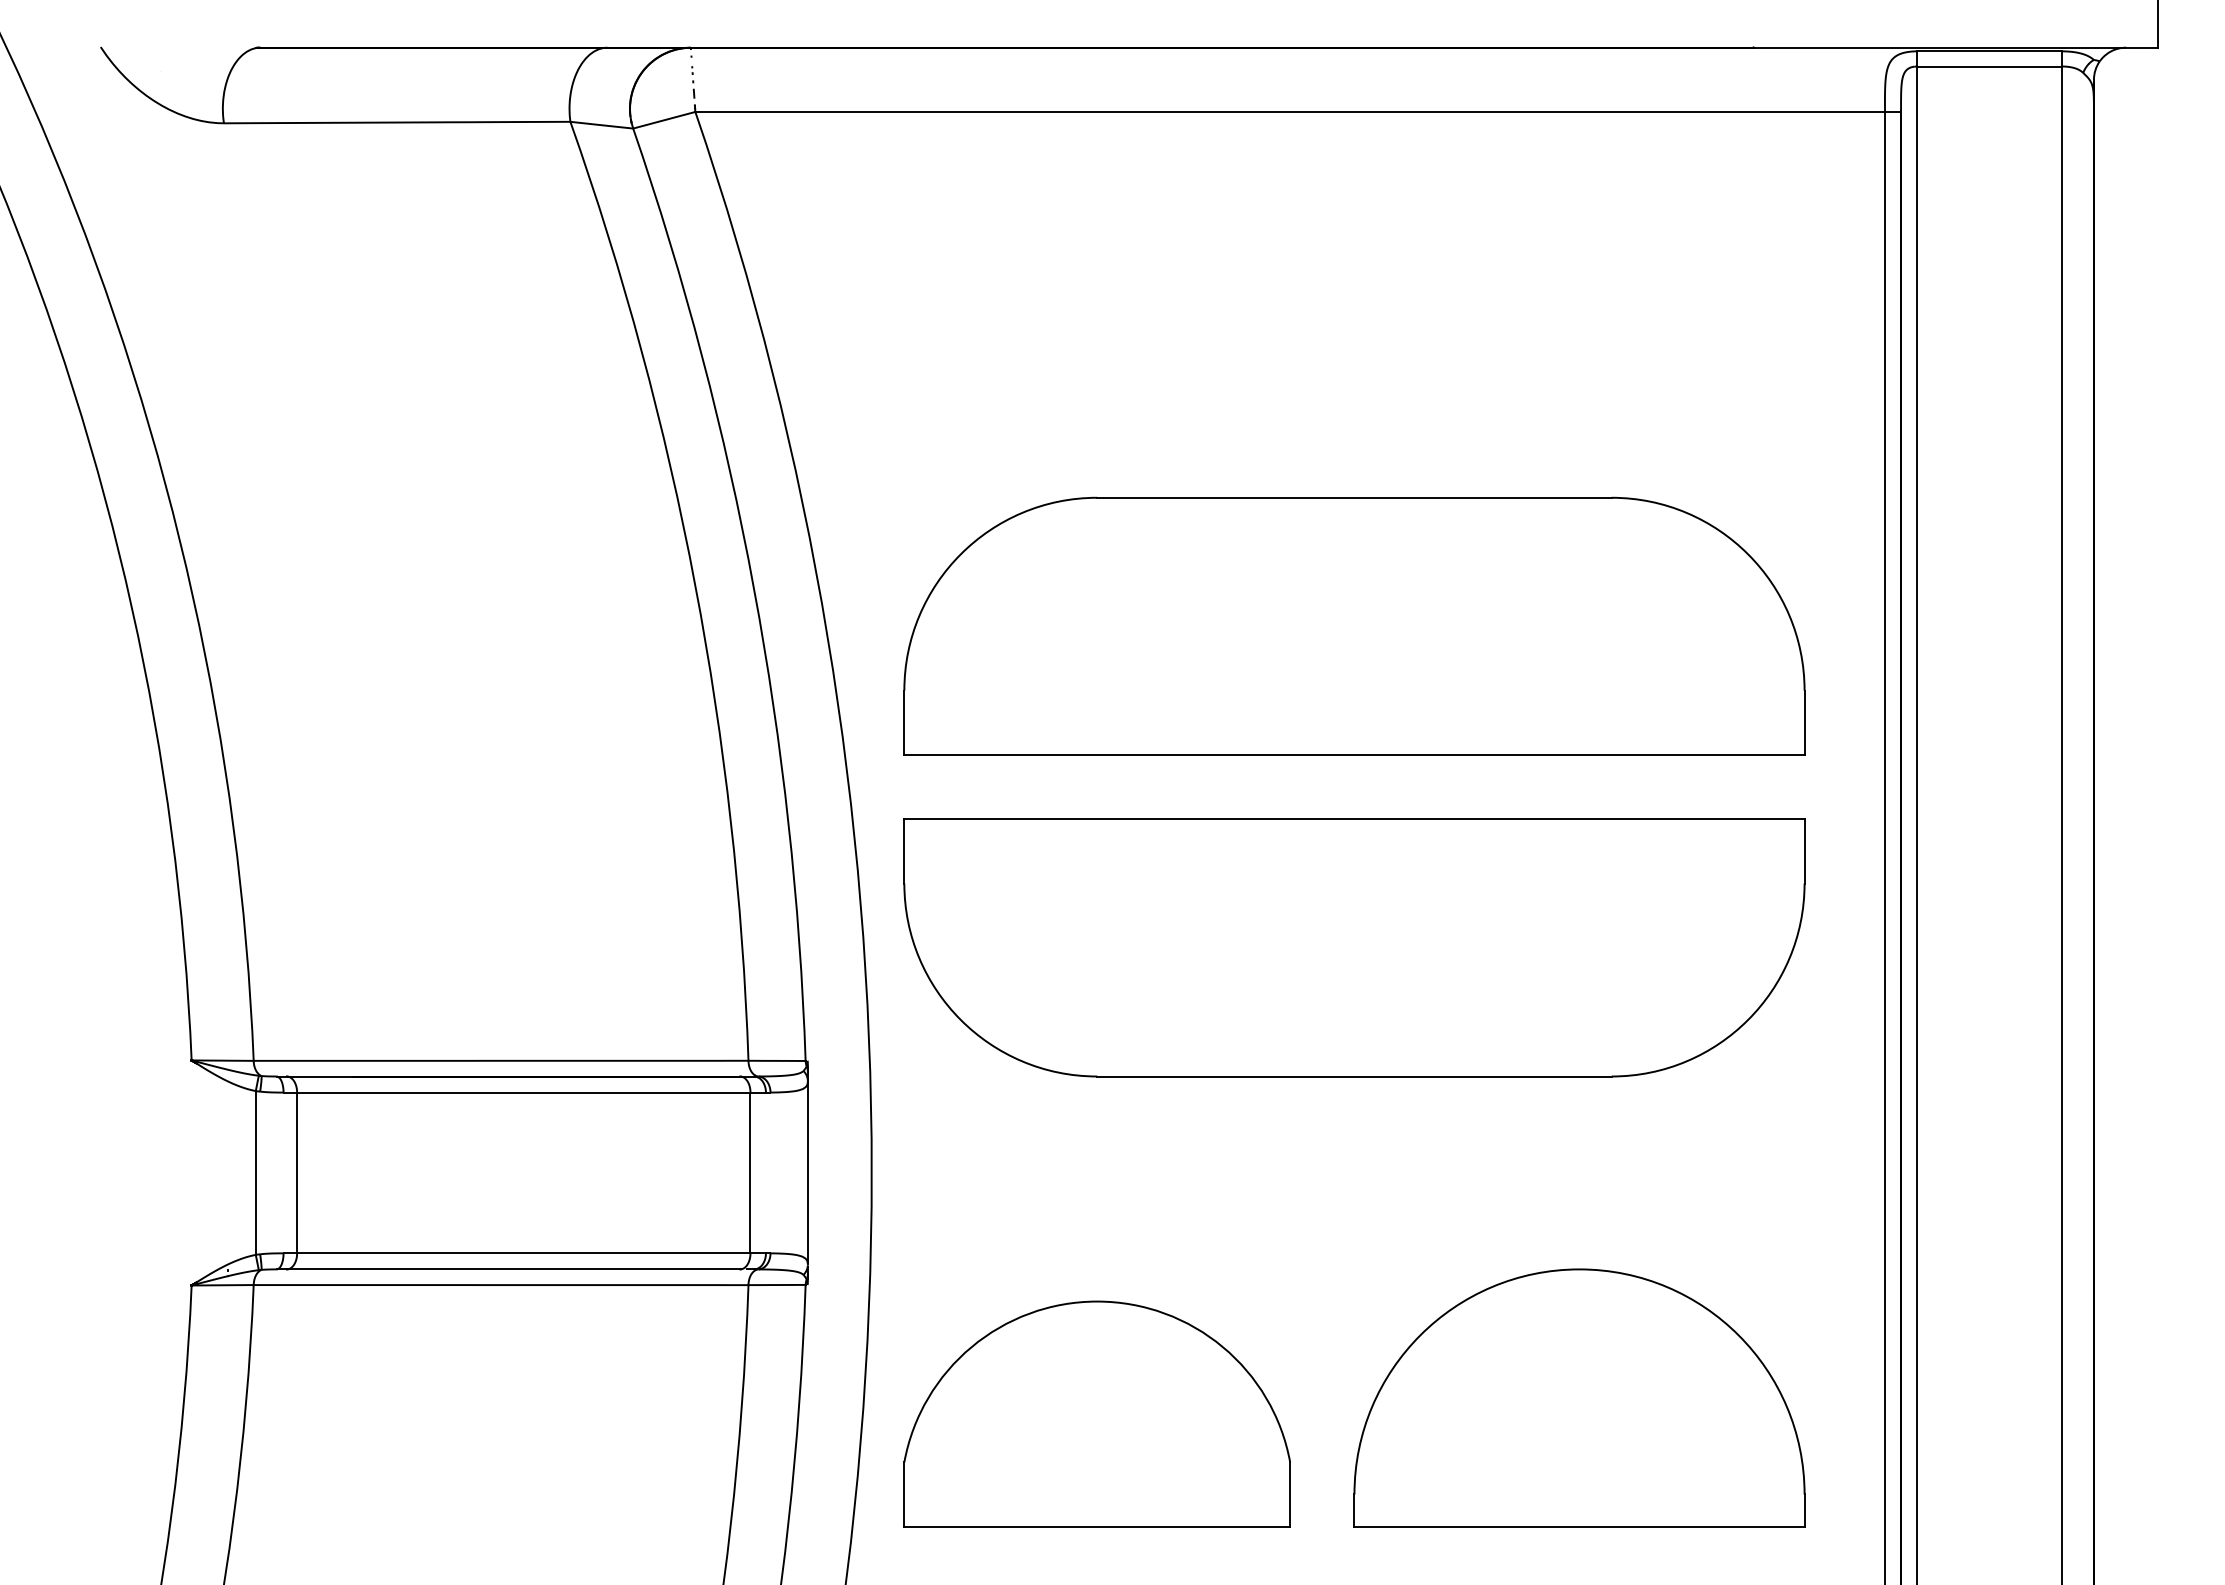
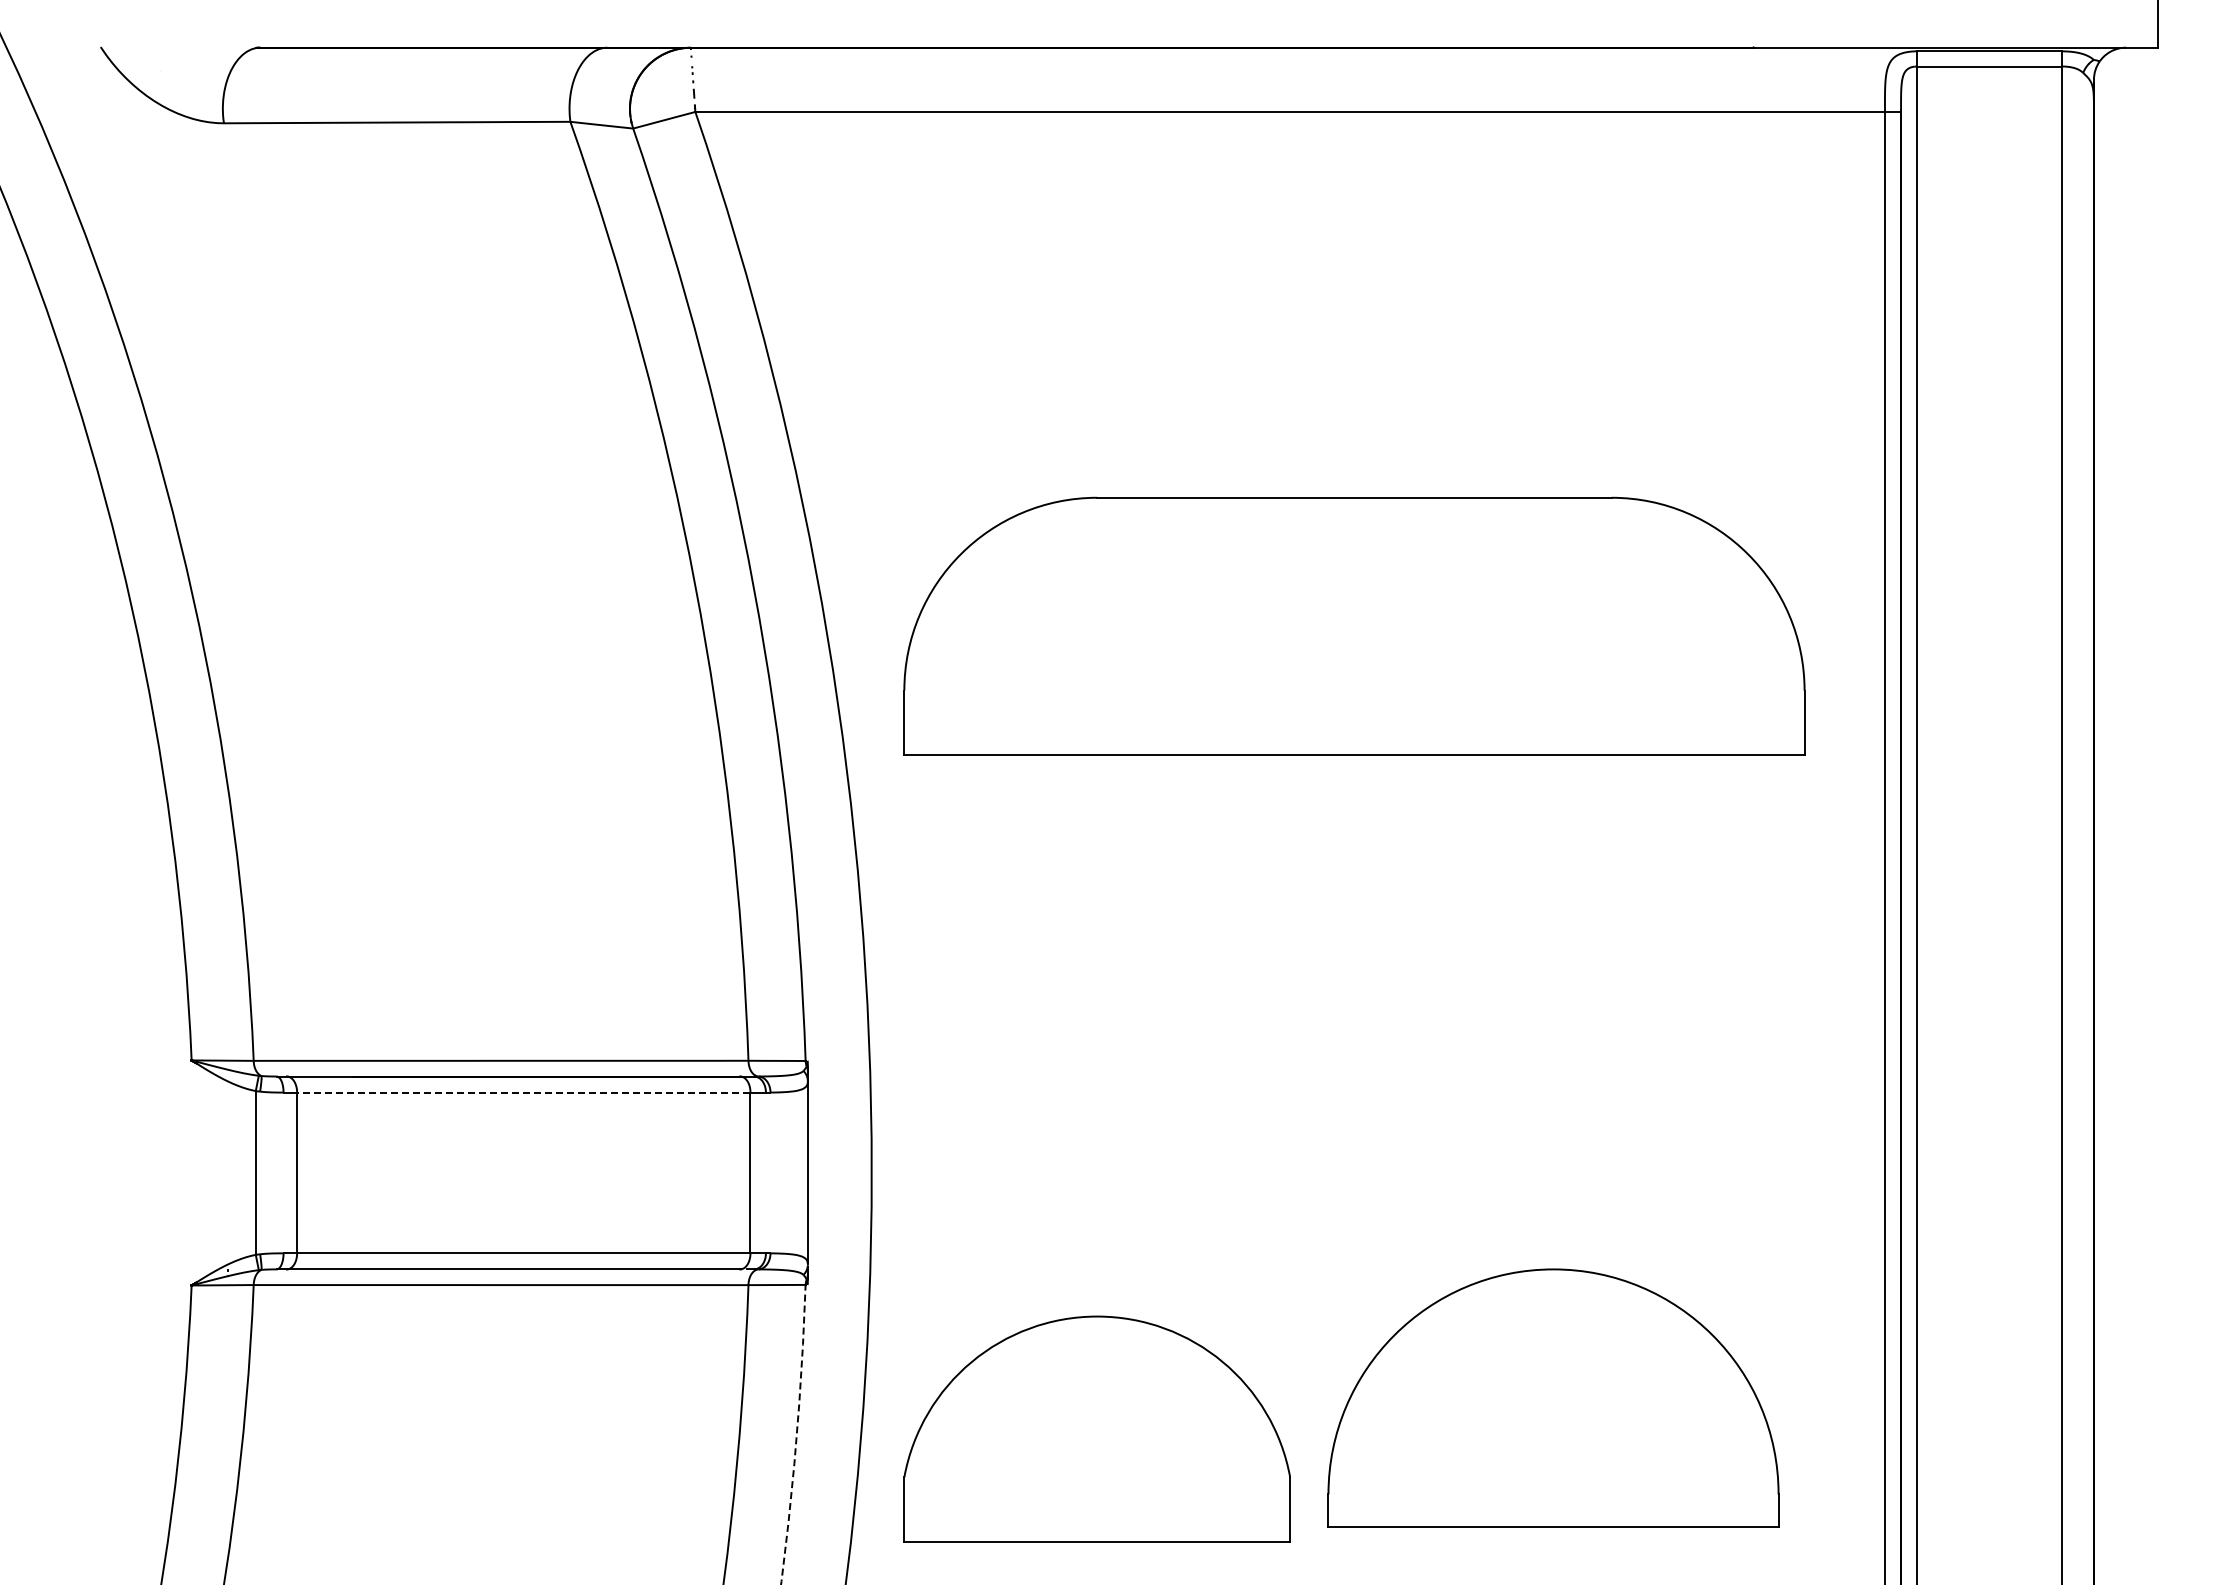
part at (1354, 947): present -> none
line at (523, 1092): solid -> dashed
part at (1579, 1397) position: (1579, 1397) -> (1553, 1397)
part at (1096, 1413) position: (1096, 1413) -> (1096, 1428)
arc at (796, 1435): solid -> dashed
